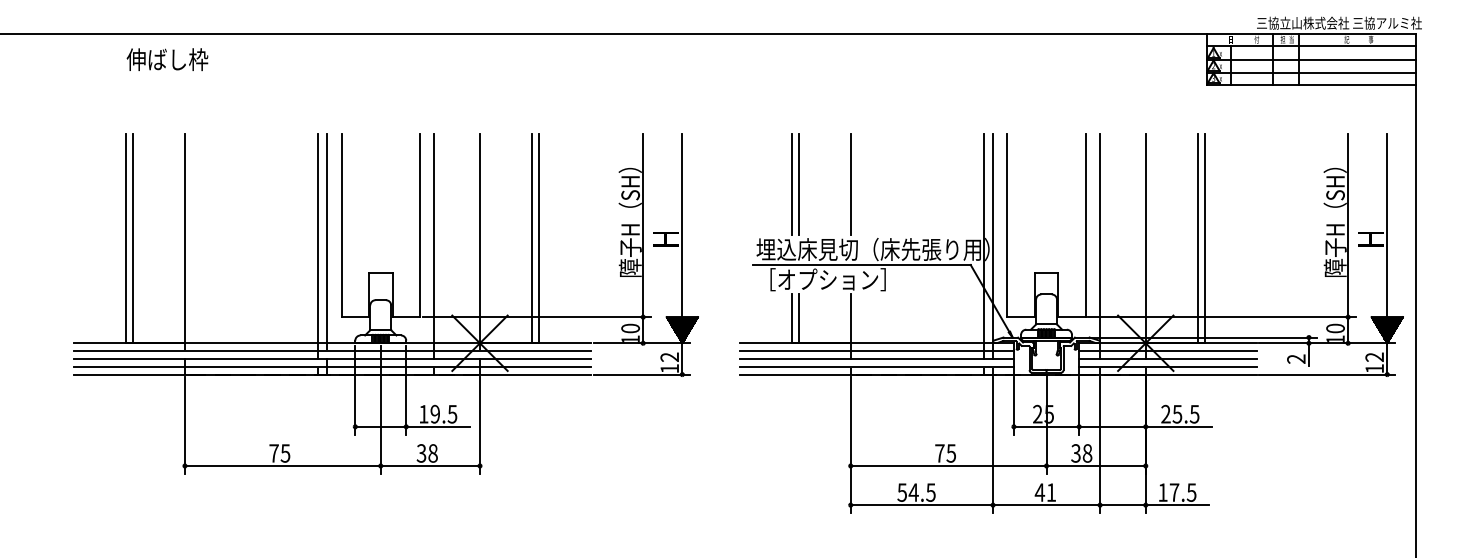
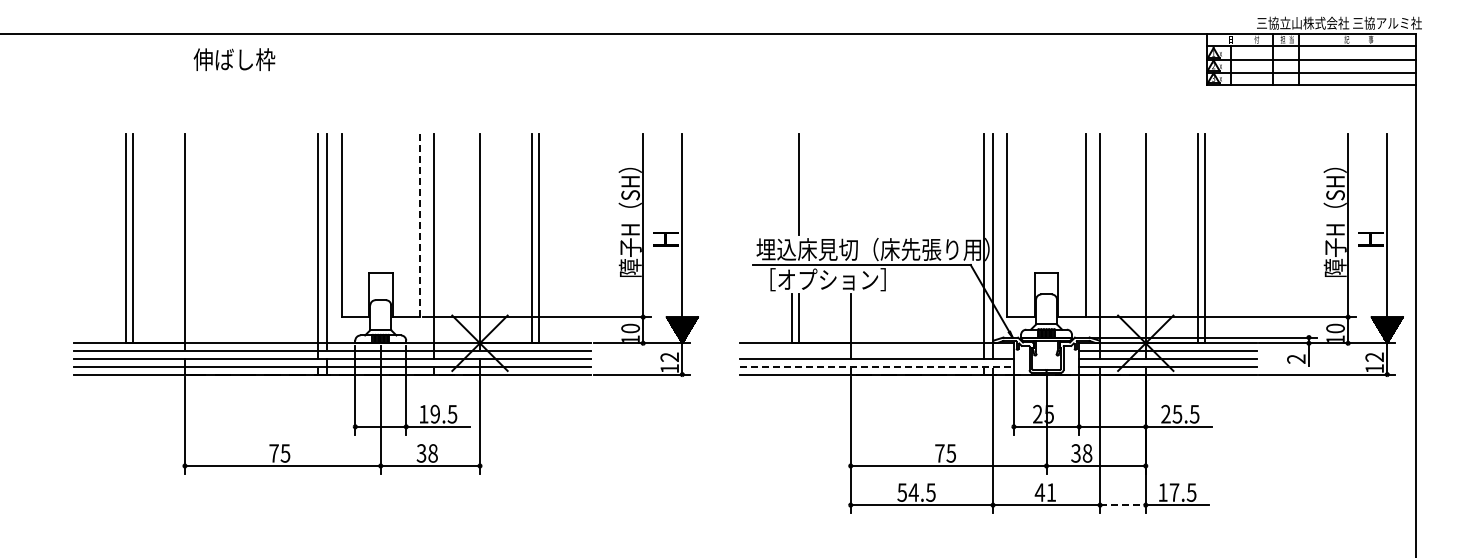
text at (167, 59) position: (167, 59) -> (234, 59)
line at (791, 184): present -> none
line at (850, 184): present -> none
line at (419, 226): solid -> dashed
line at (876, 351): present -> none
line at (877, 366): solid -> dashed
line at (1122, 505): solid -> dashed
